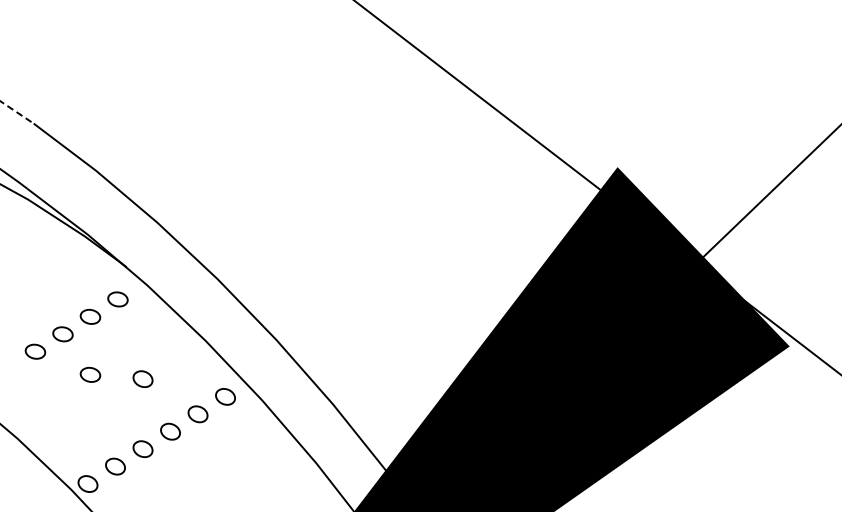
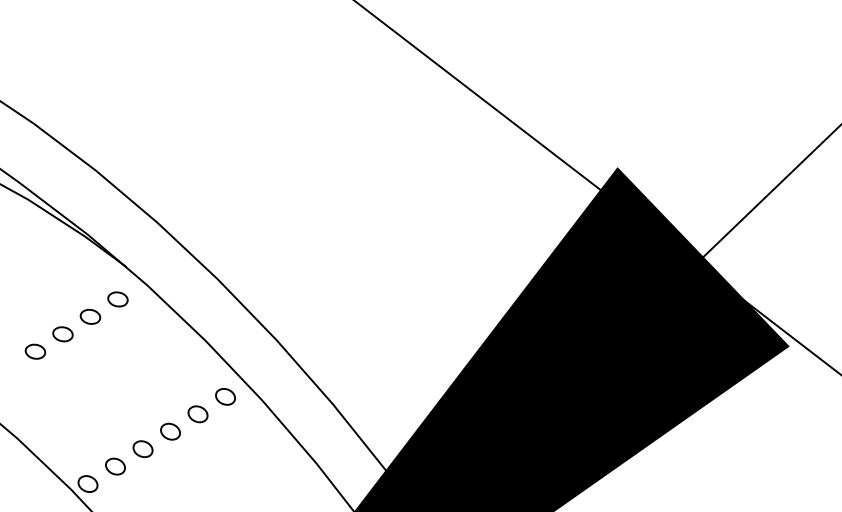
line at (17, 112): dashed -> solid
part at (90, 374): present -> none
part at (142, 378): present -> none
